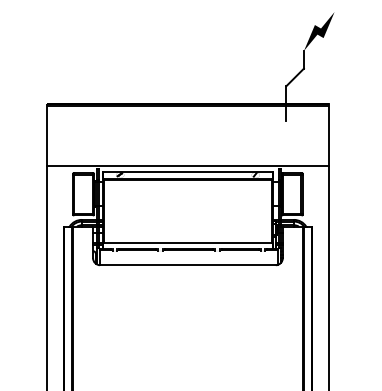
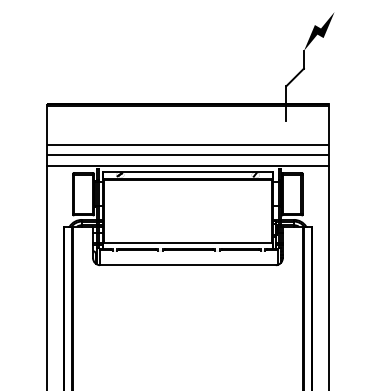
line at (187, 145): none -> present
line at (187, 155): none -> present
